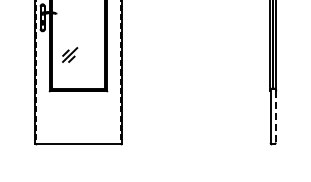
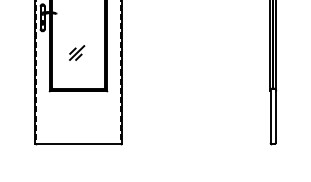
part at (70, 54) position: (70, 54) -> (77, 52)
line at (275, 117): dashed -> solid
